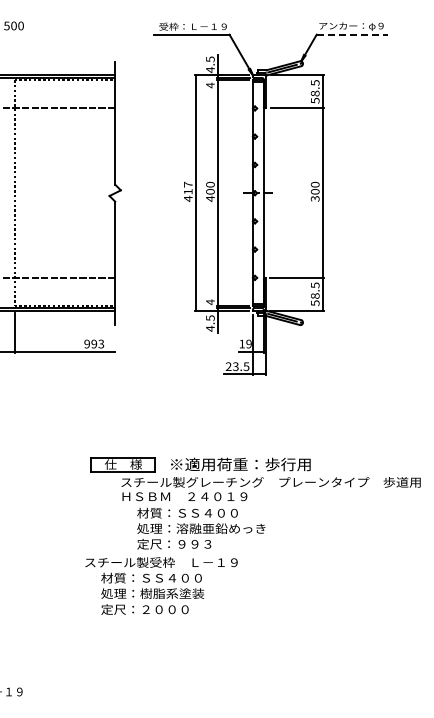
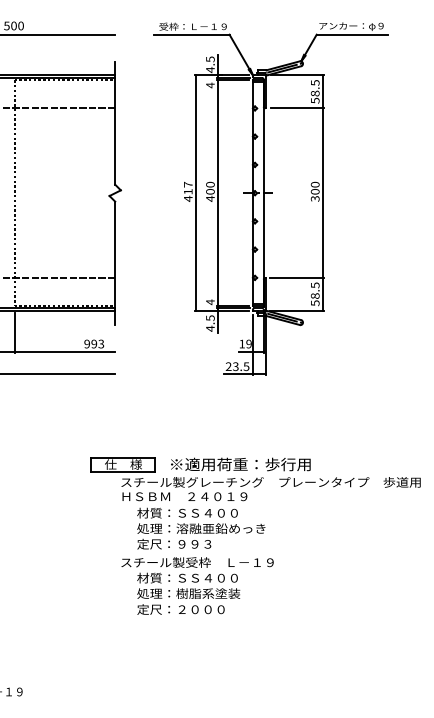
line at (58, 34): none -> present
line at (352, 34): dashed -> solid
line at (58, 374): none -> present
text at (161, 585) position: (161, 585) -> (197, 585)
